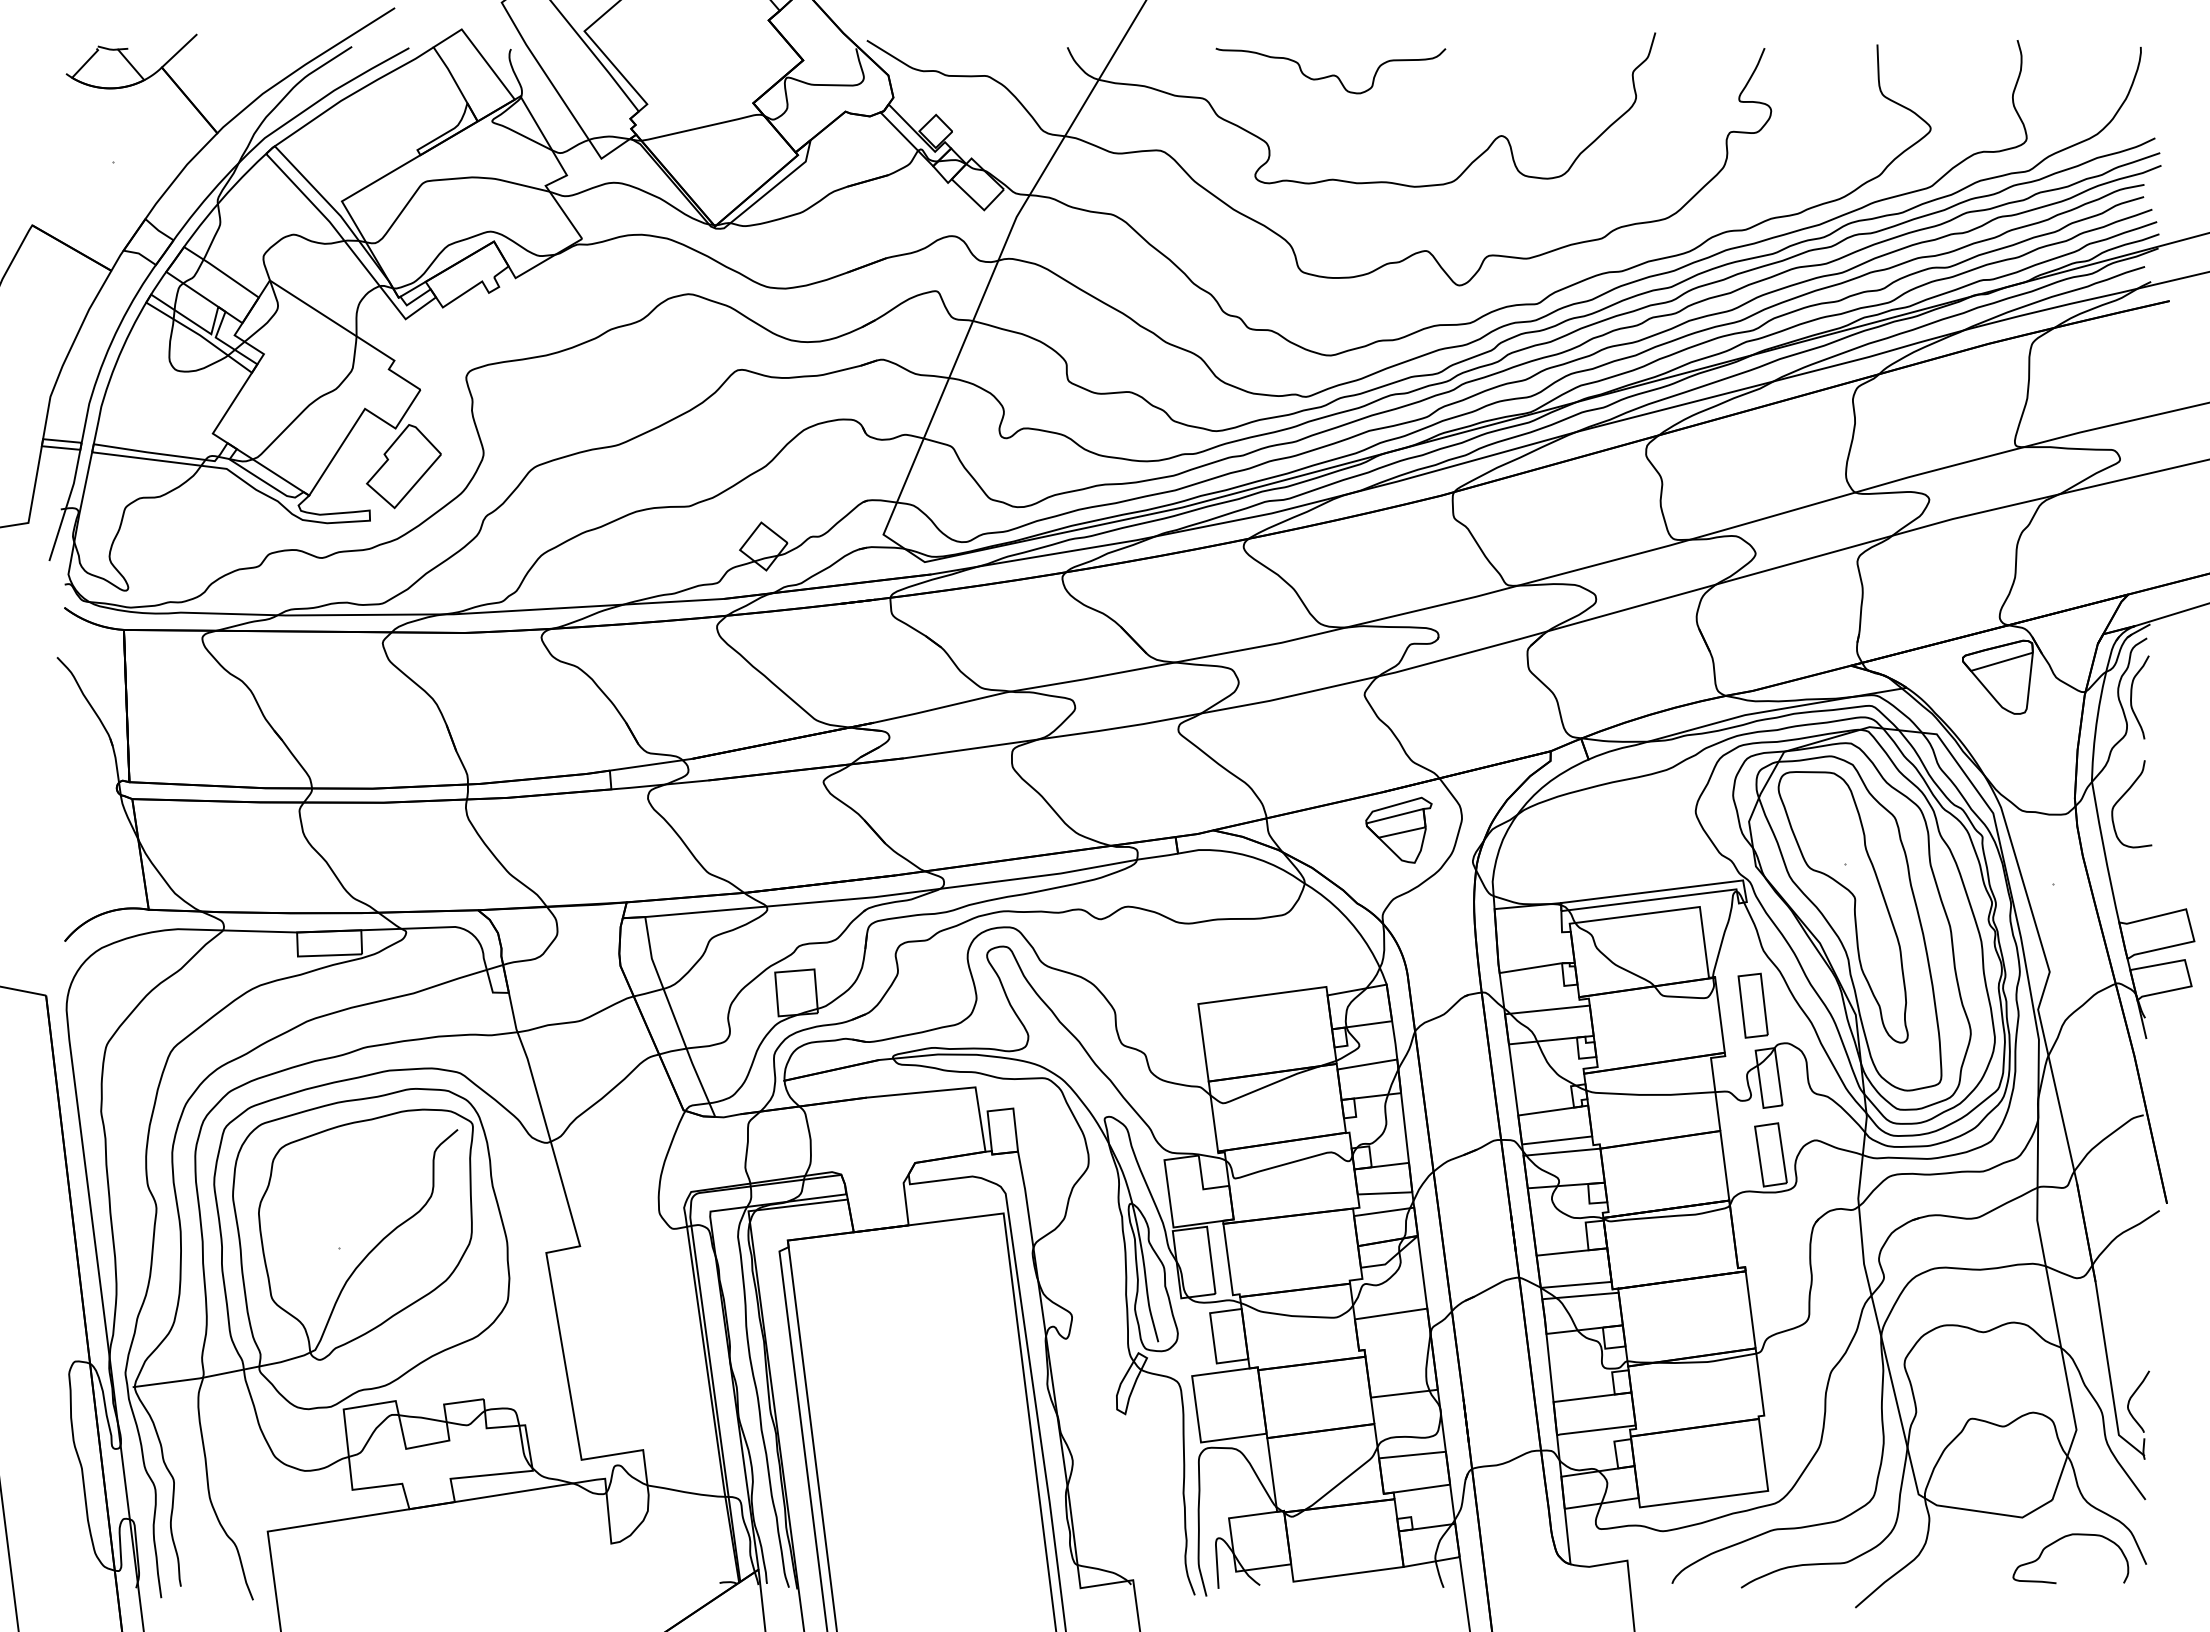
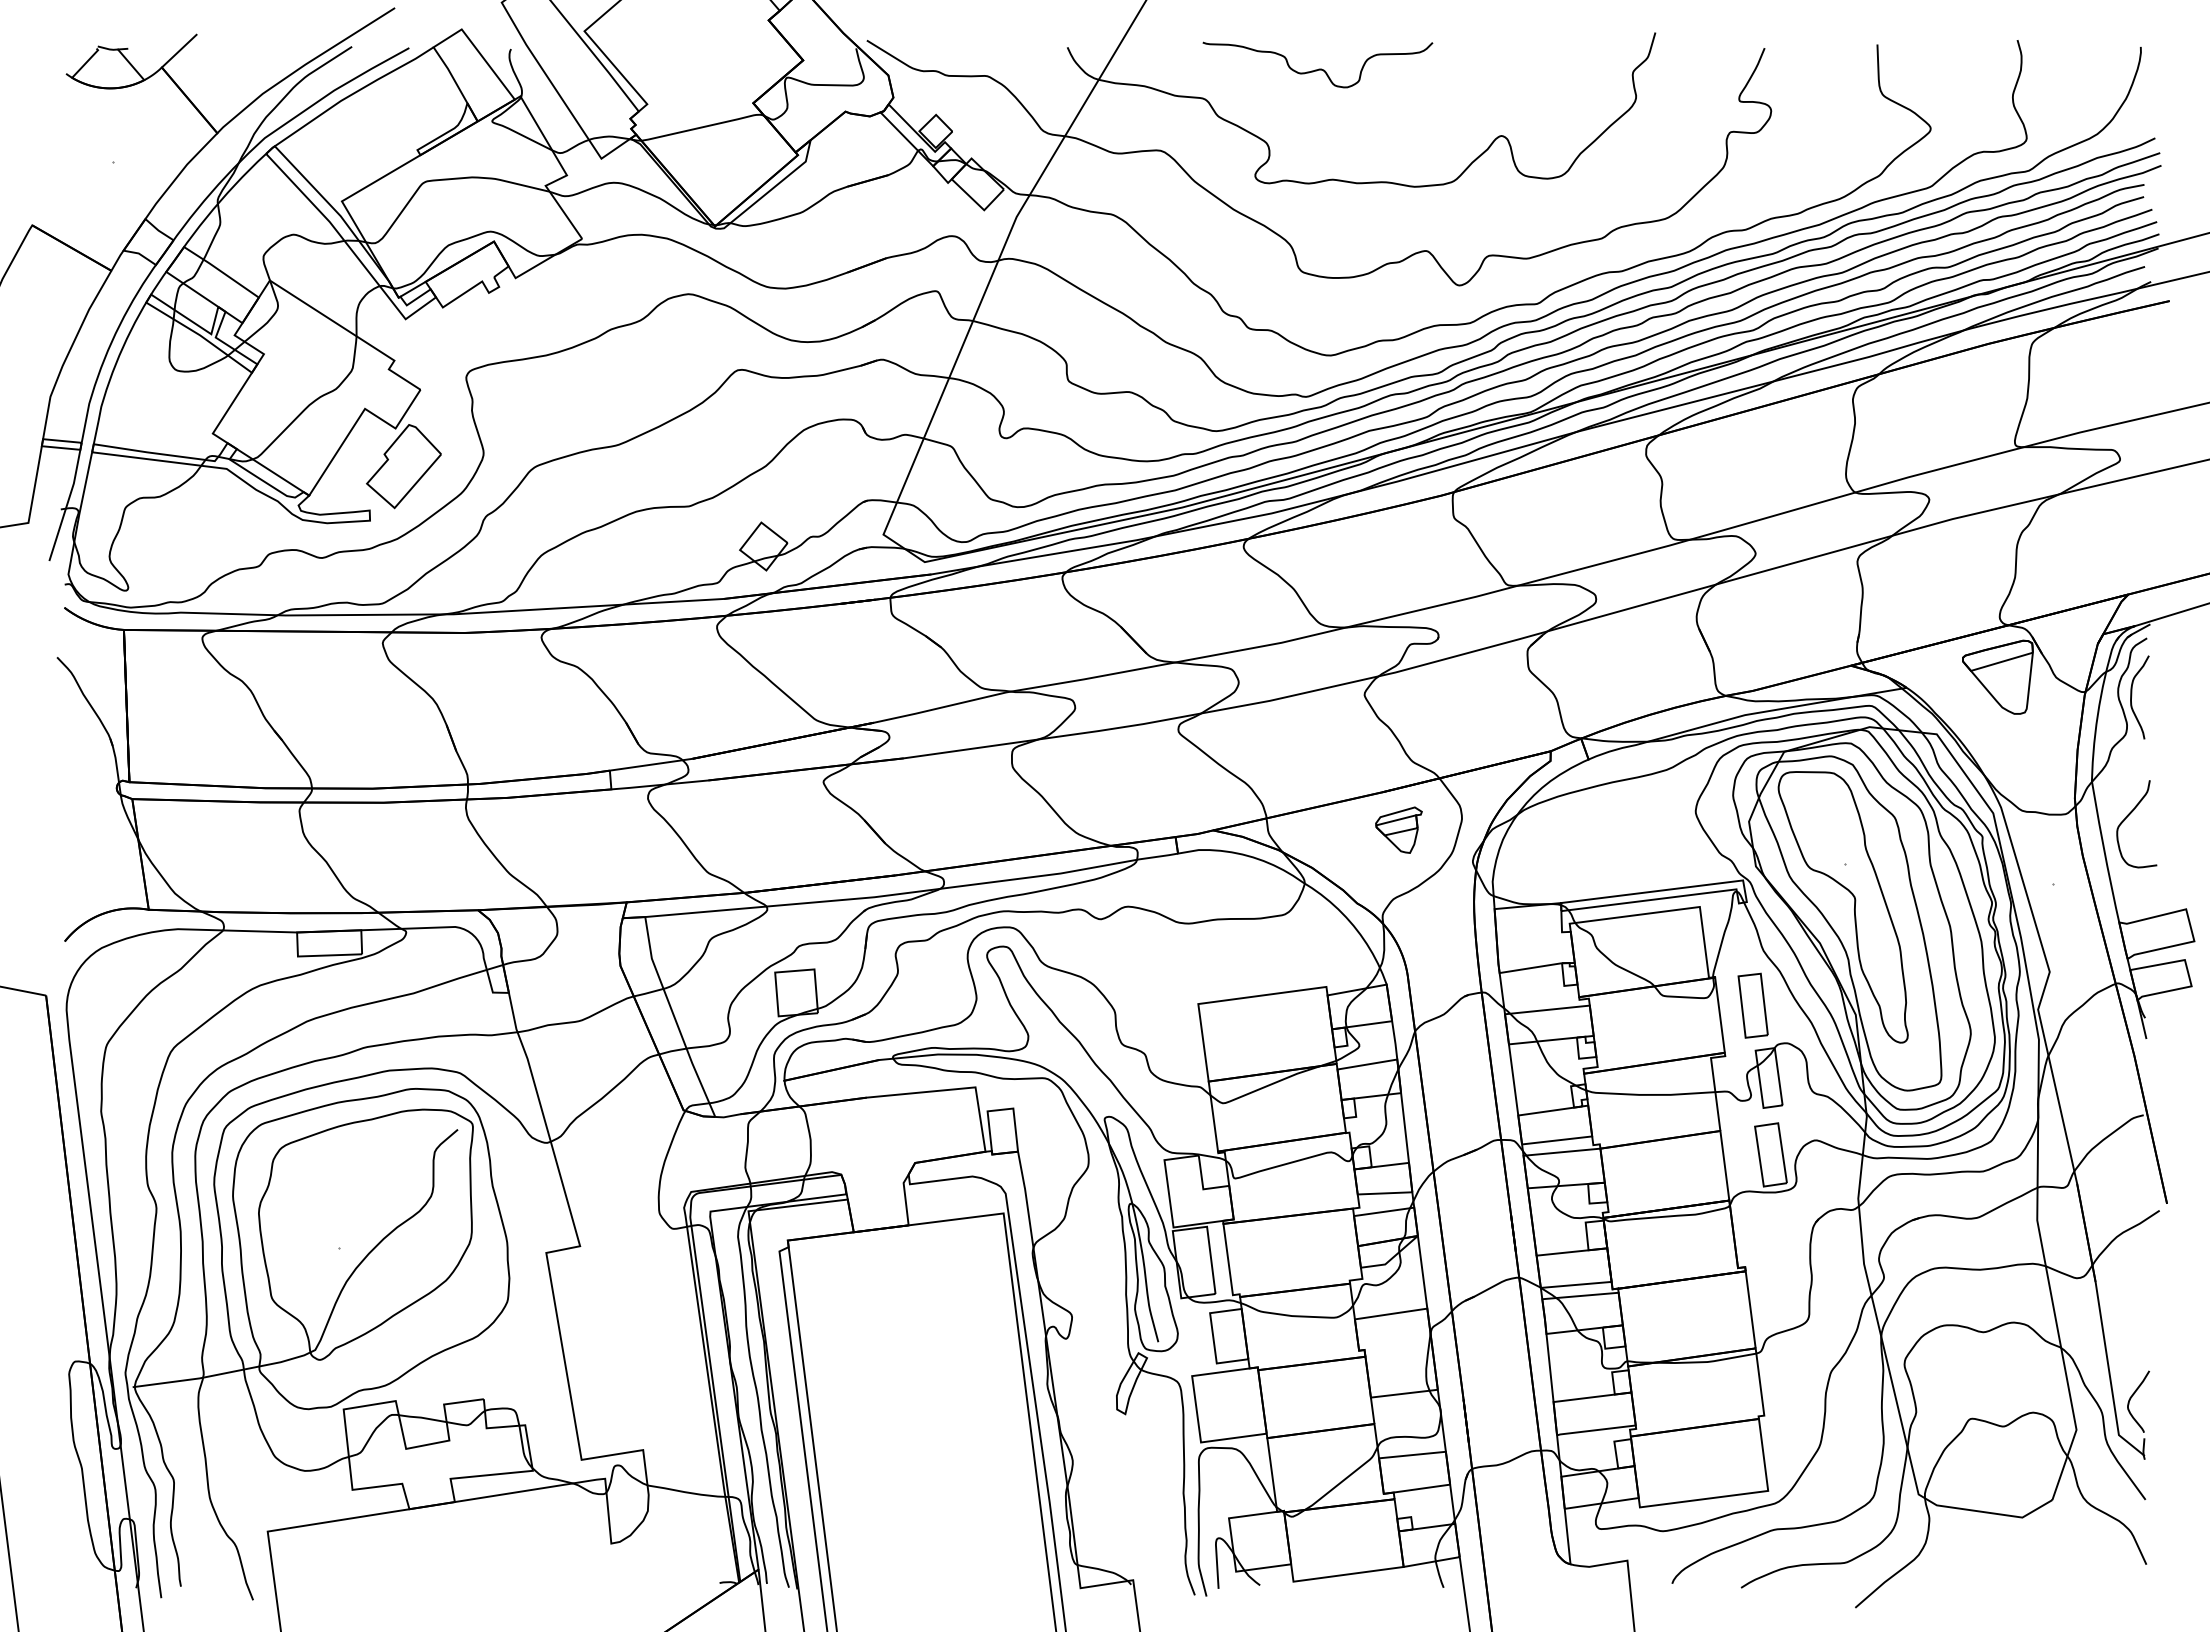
curve at (1331, 74) position: (1331, 74) -> (1318, 68)
curve at (2123, 796) position: (2123, 796) -> (2128, 816)
part at (1398, 829) size: 68x68 px -> 48x48 px
curve at (2061, 1539): present -> none
